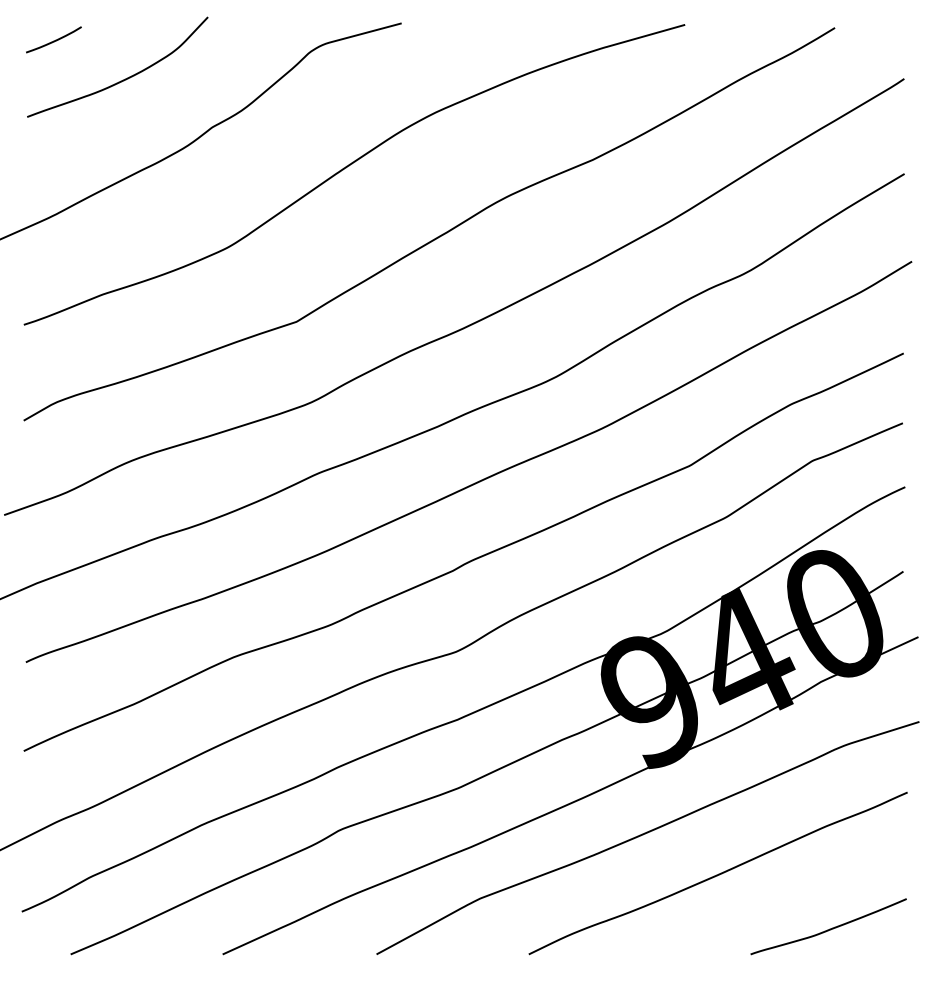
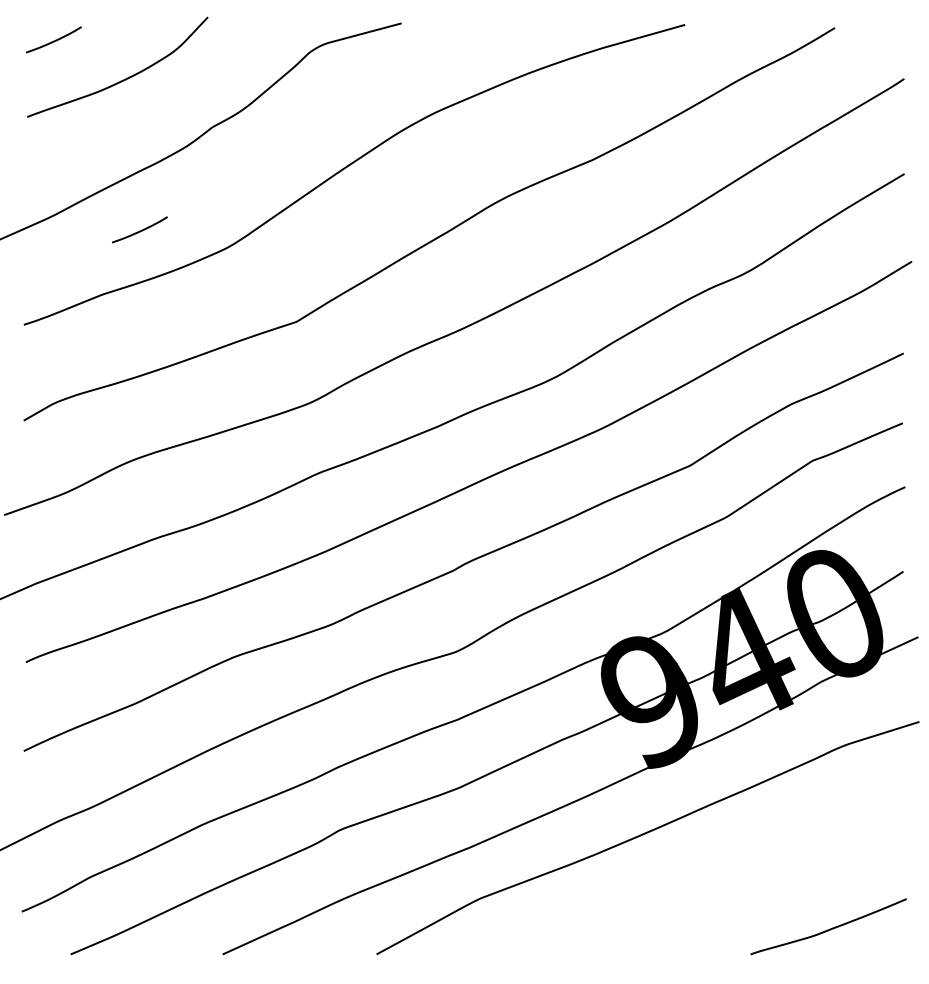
curve at (139, 230): none -> present
curve at (718, 873): present -> none
